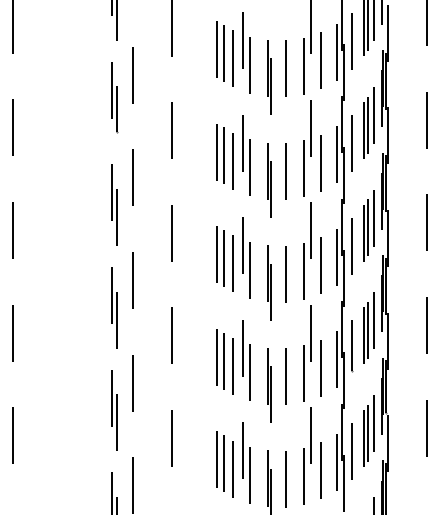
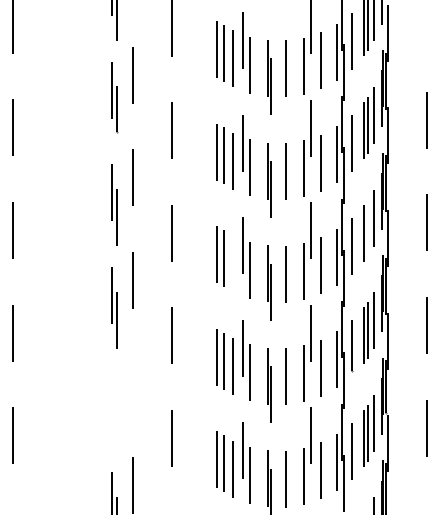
line at (426, 24): present -> none
line at (368, 227): present -> none
line at (233, 263): present -> none
line at (132, 382): present -> none
part at (114, 410): present -> none
